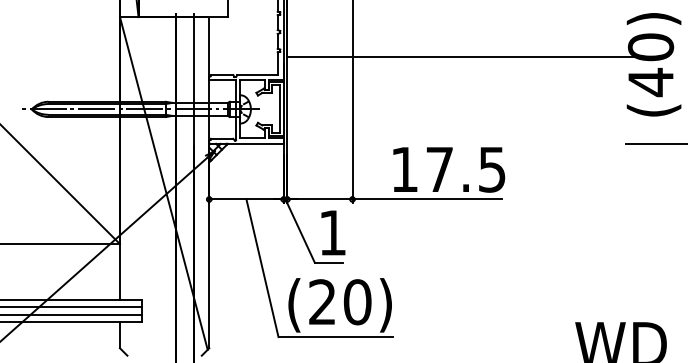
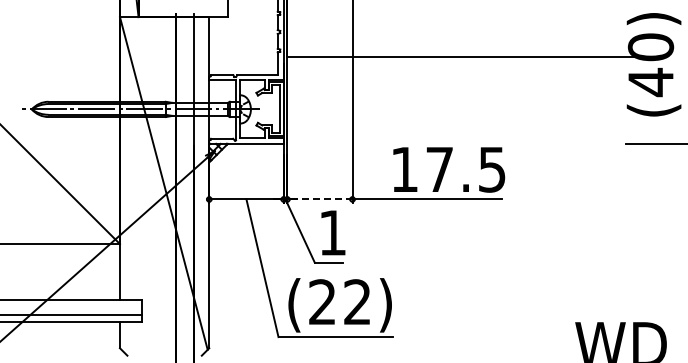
line at (319, 199): solid -> dashed
text at (357, 302): (20) -> (22)
line at (72, 307): present -> none
